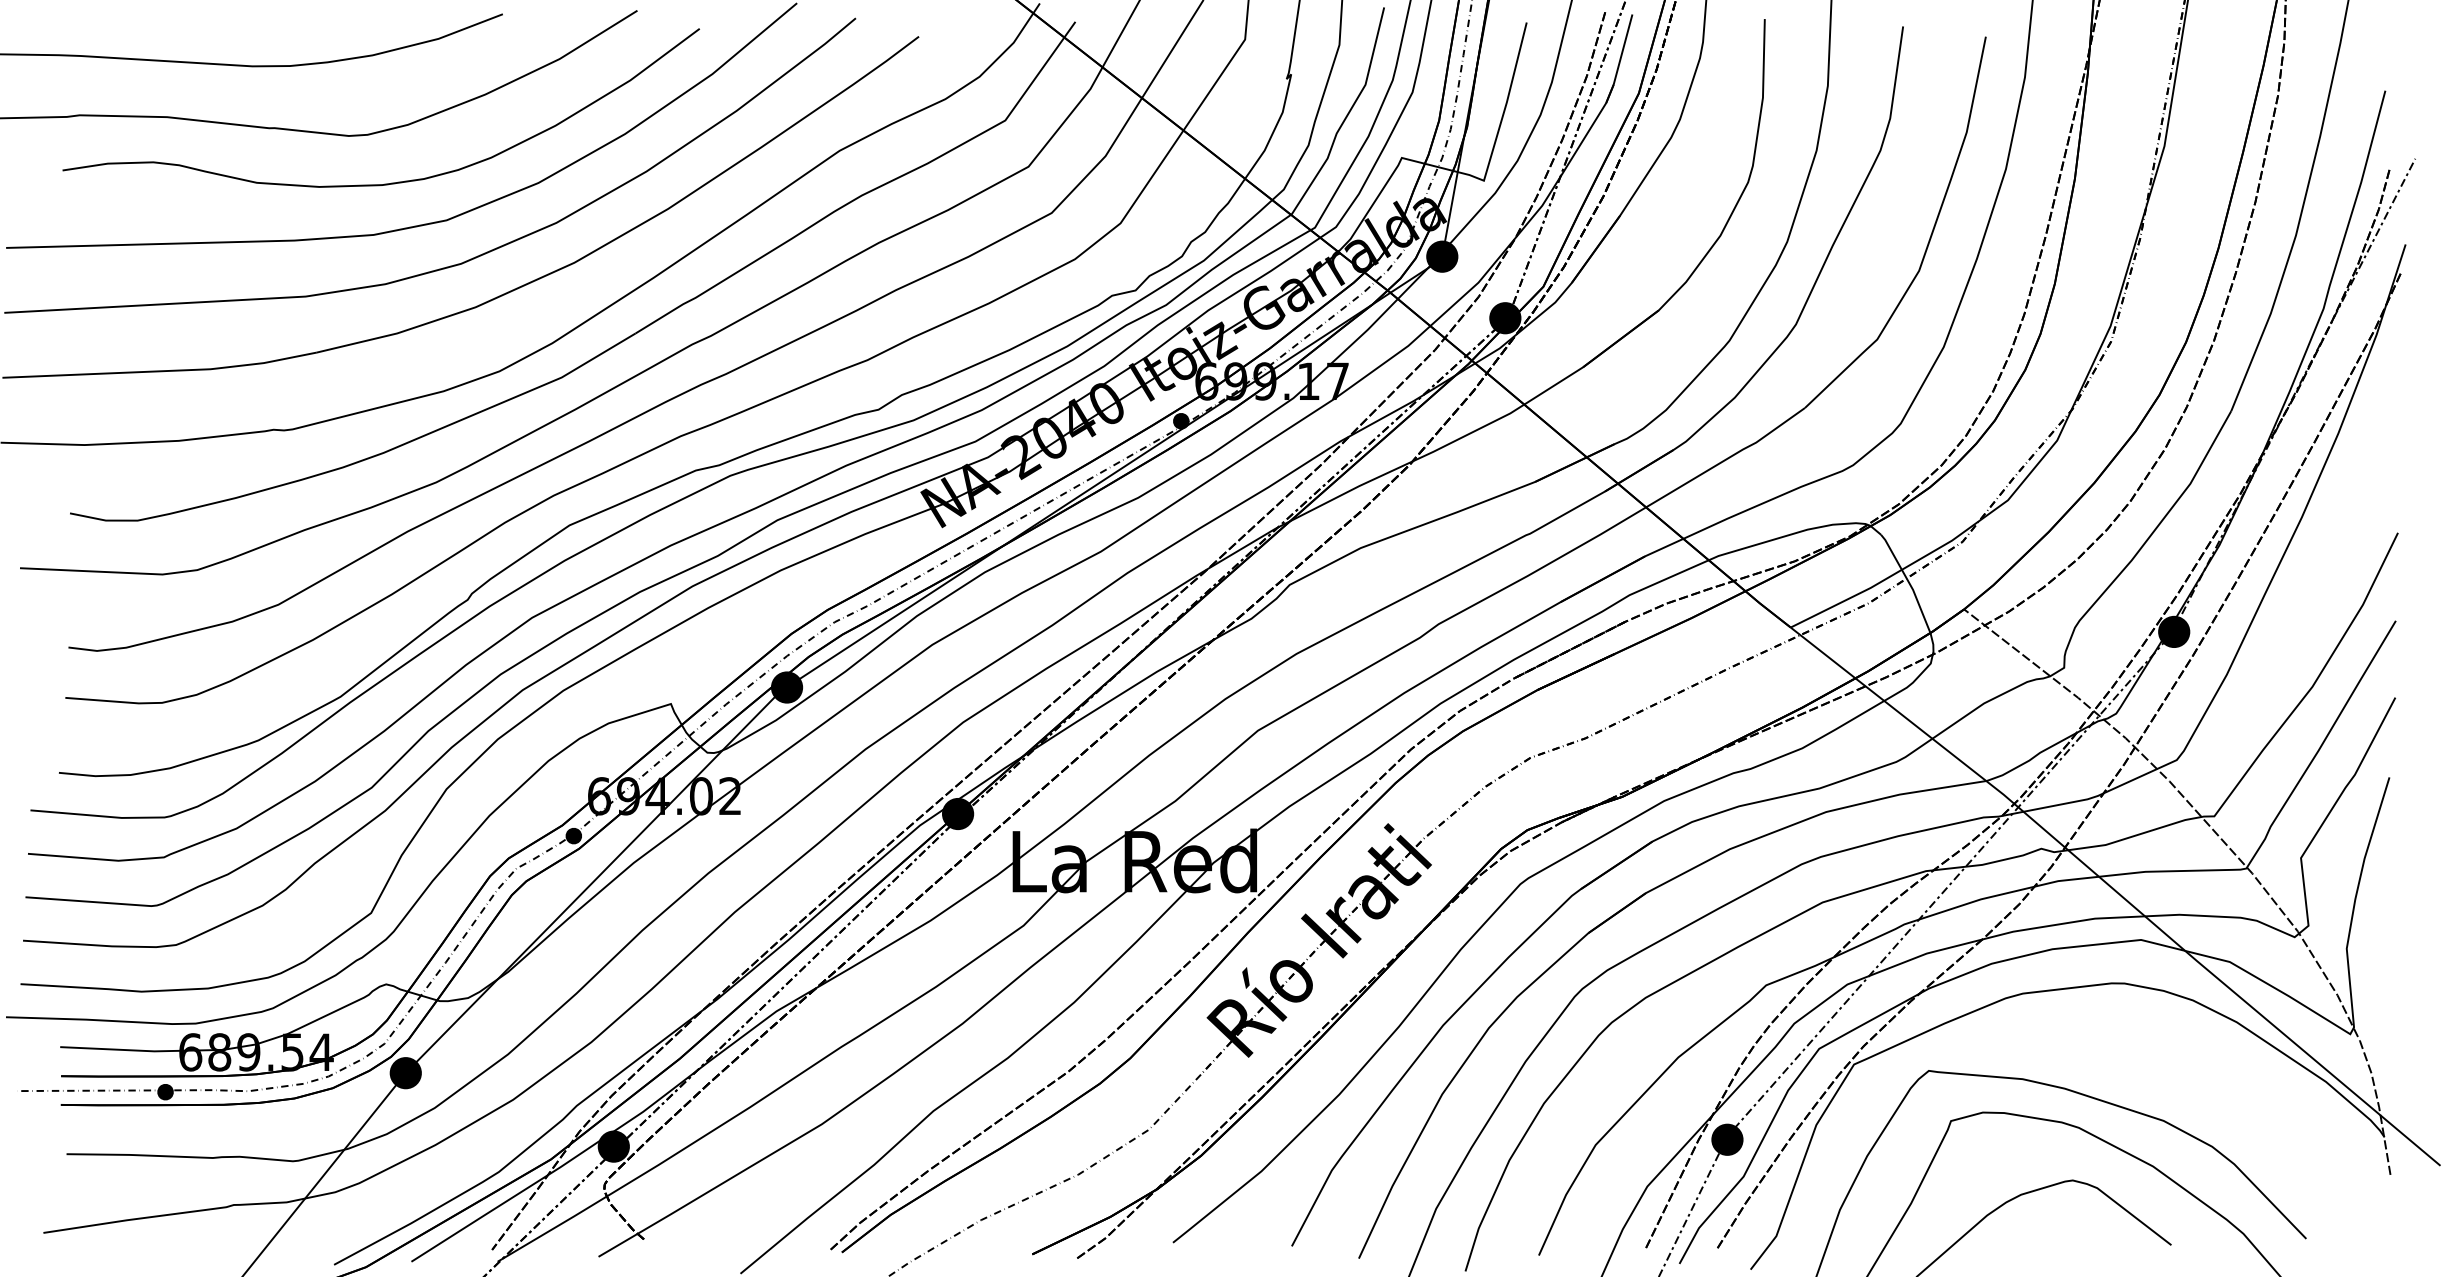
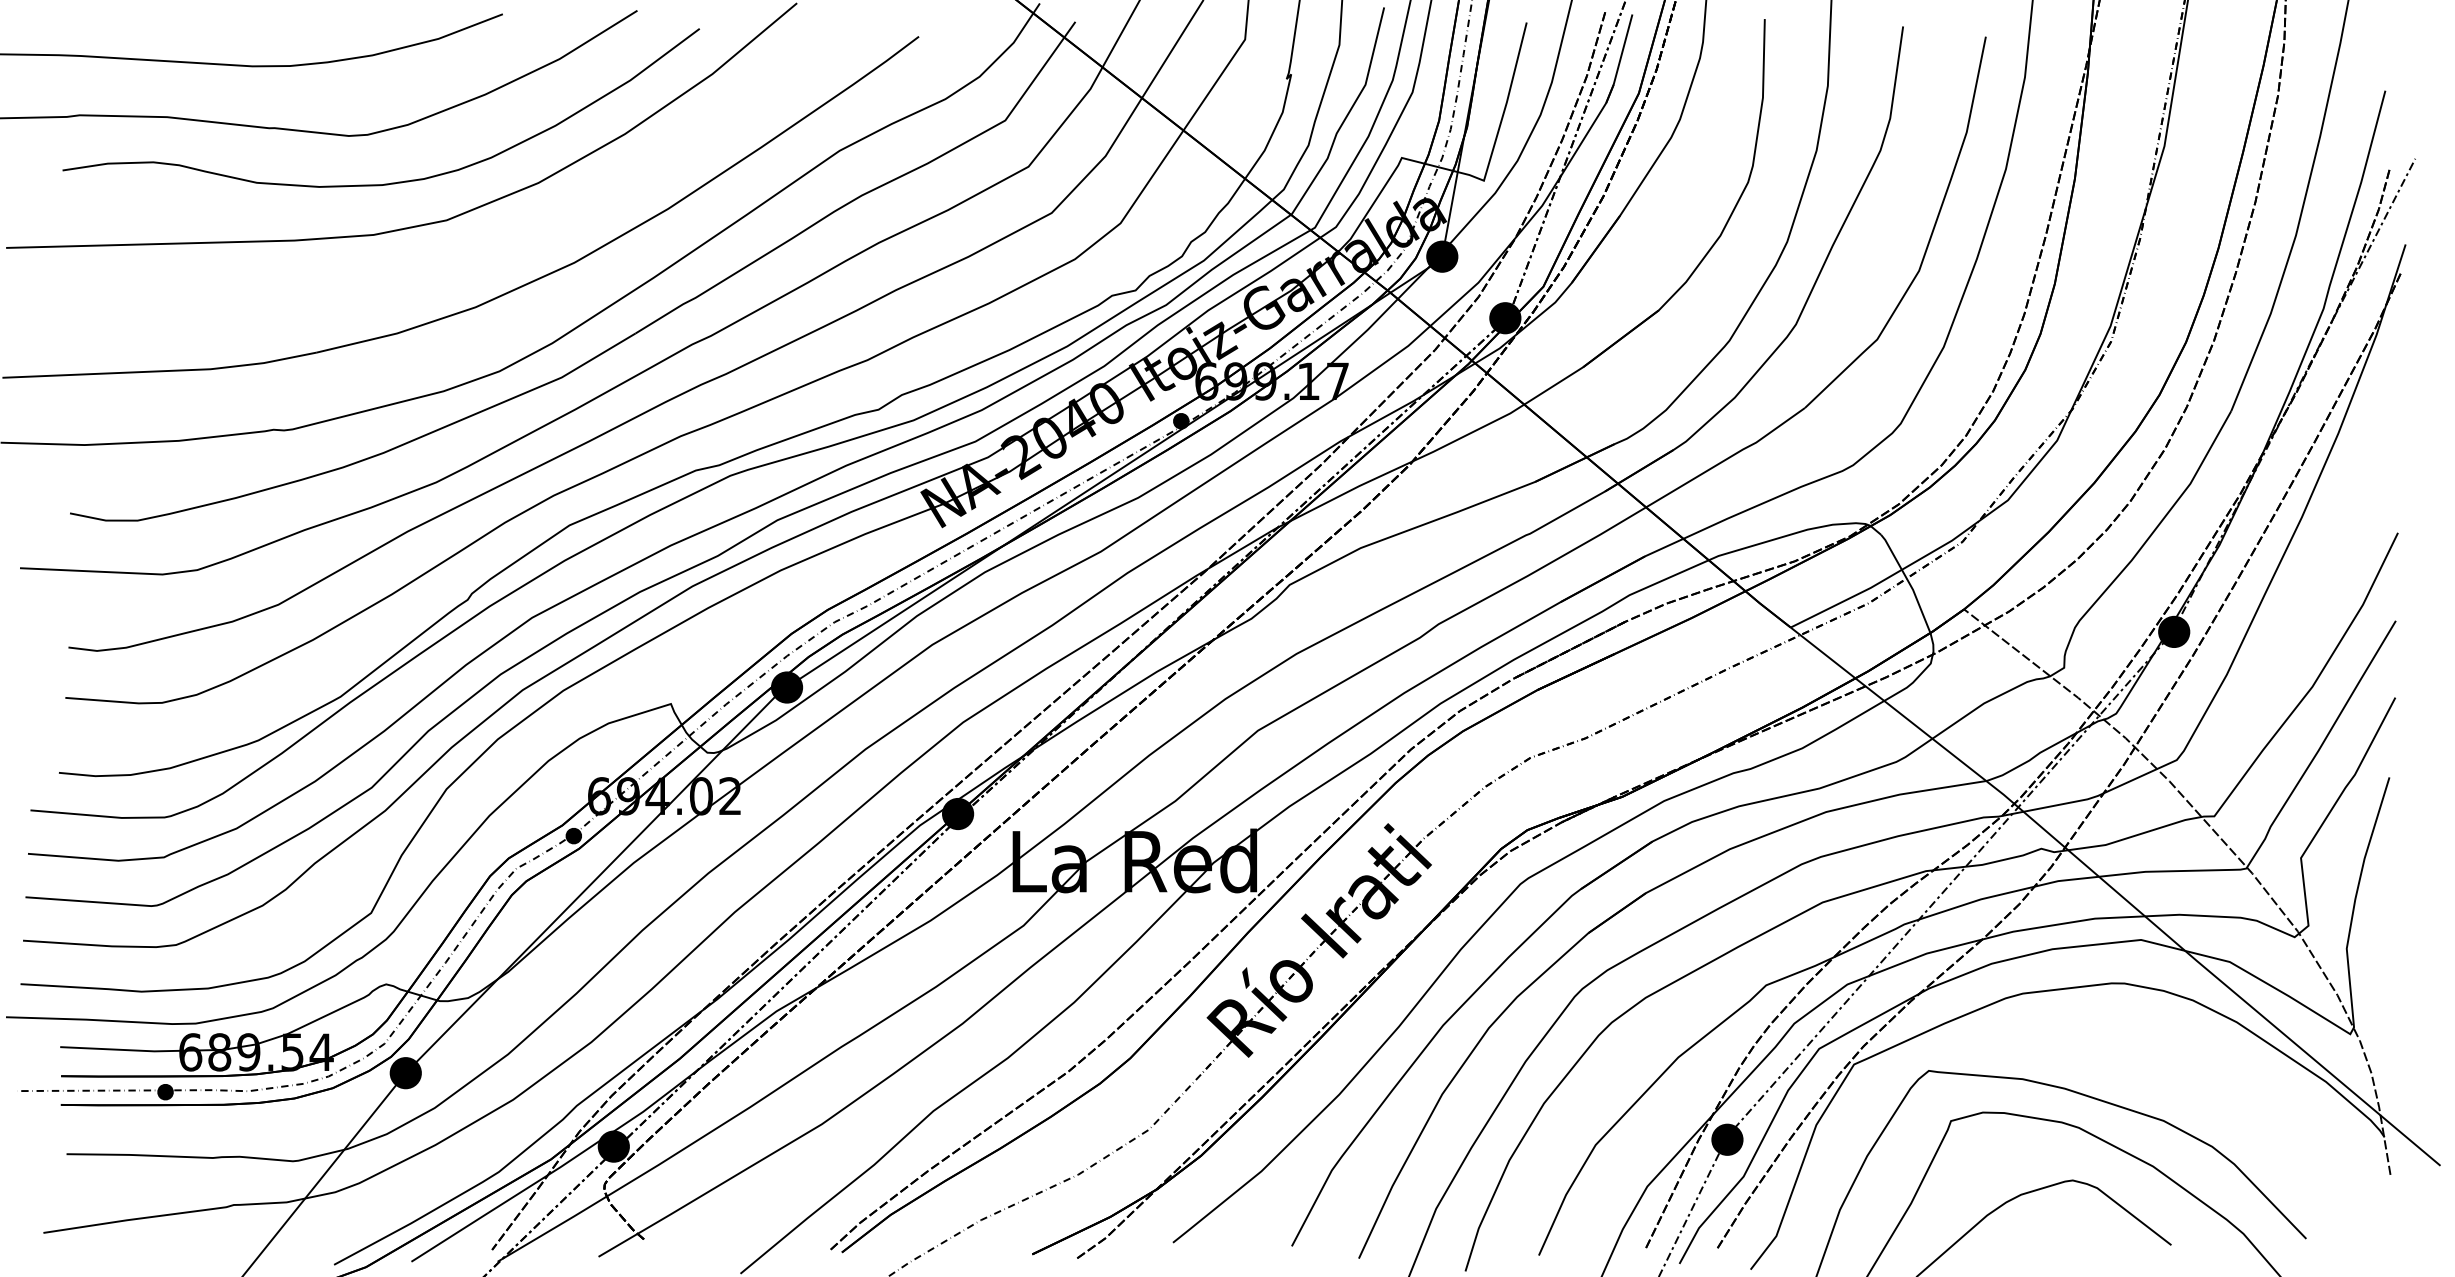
curve at (470, 258): present -> none
